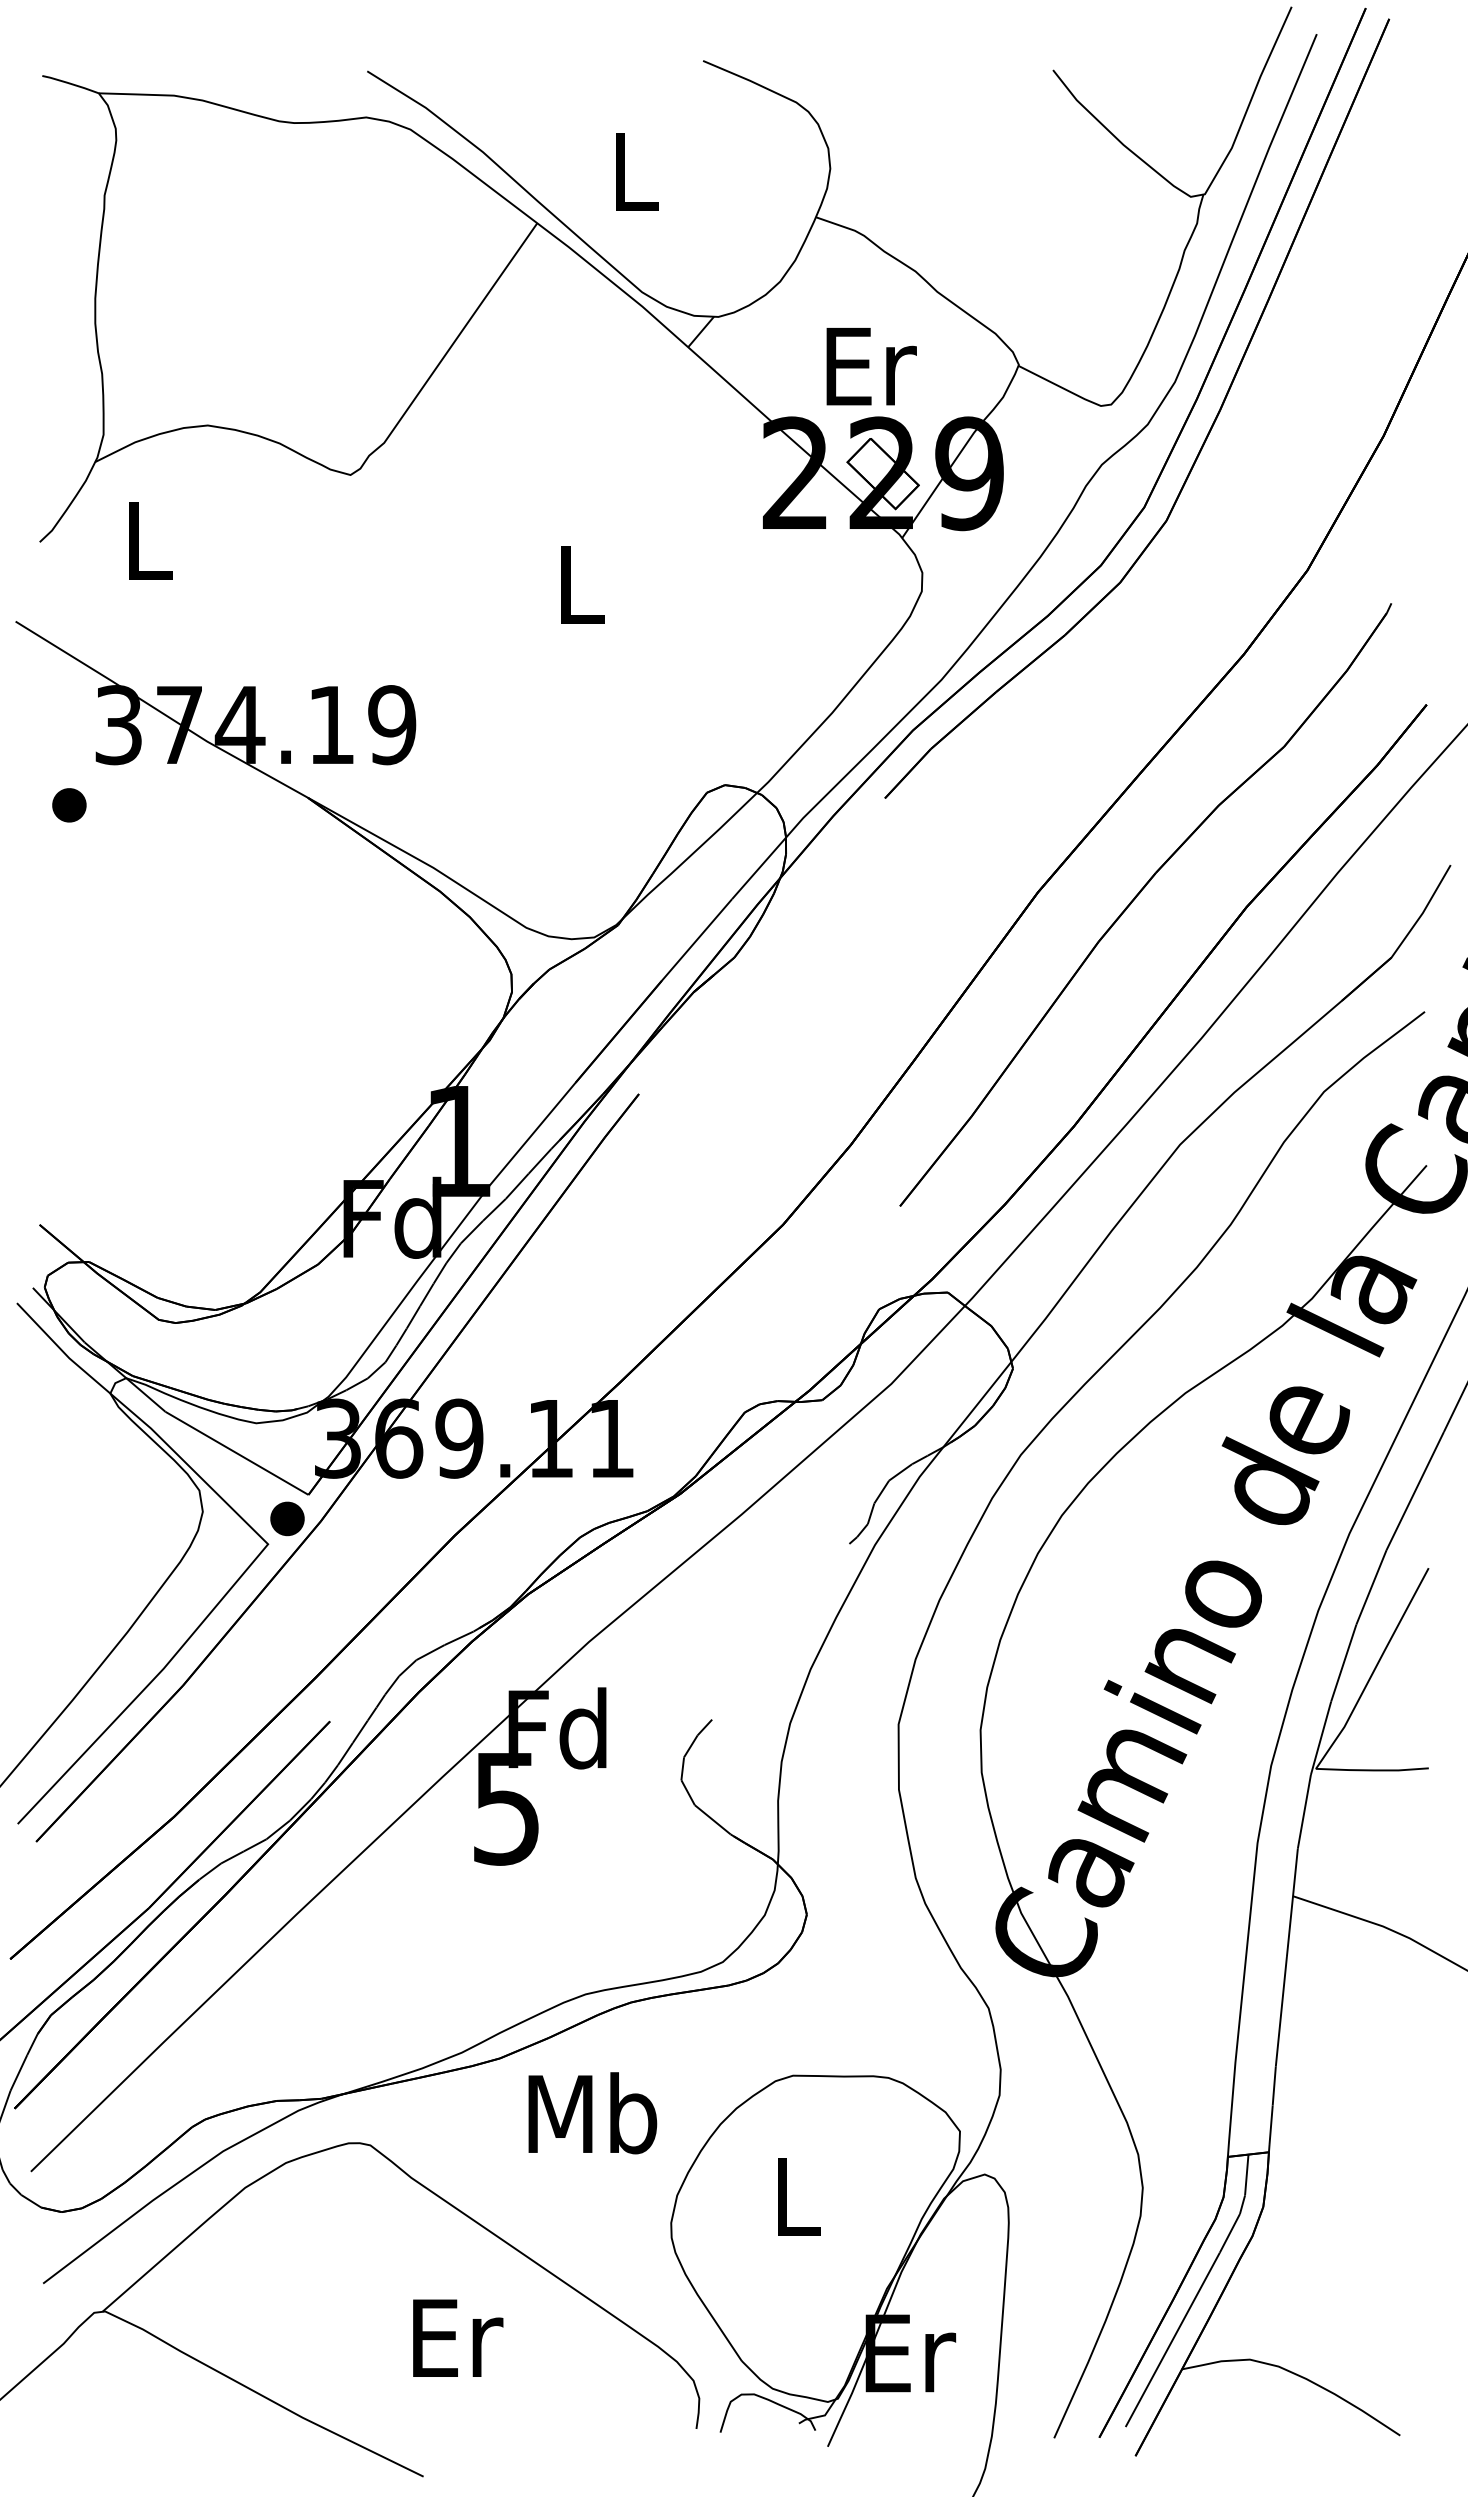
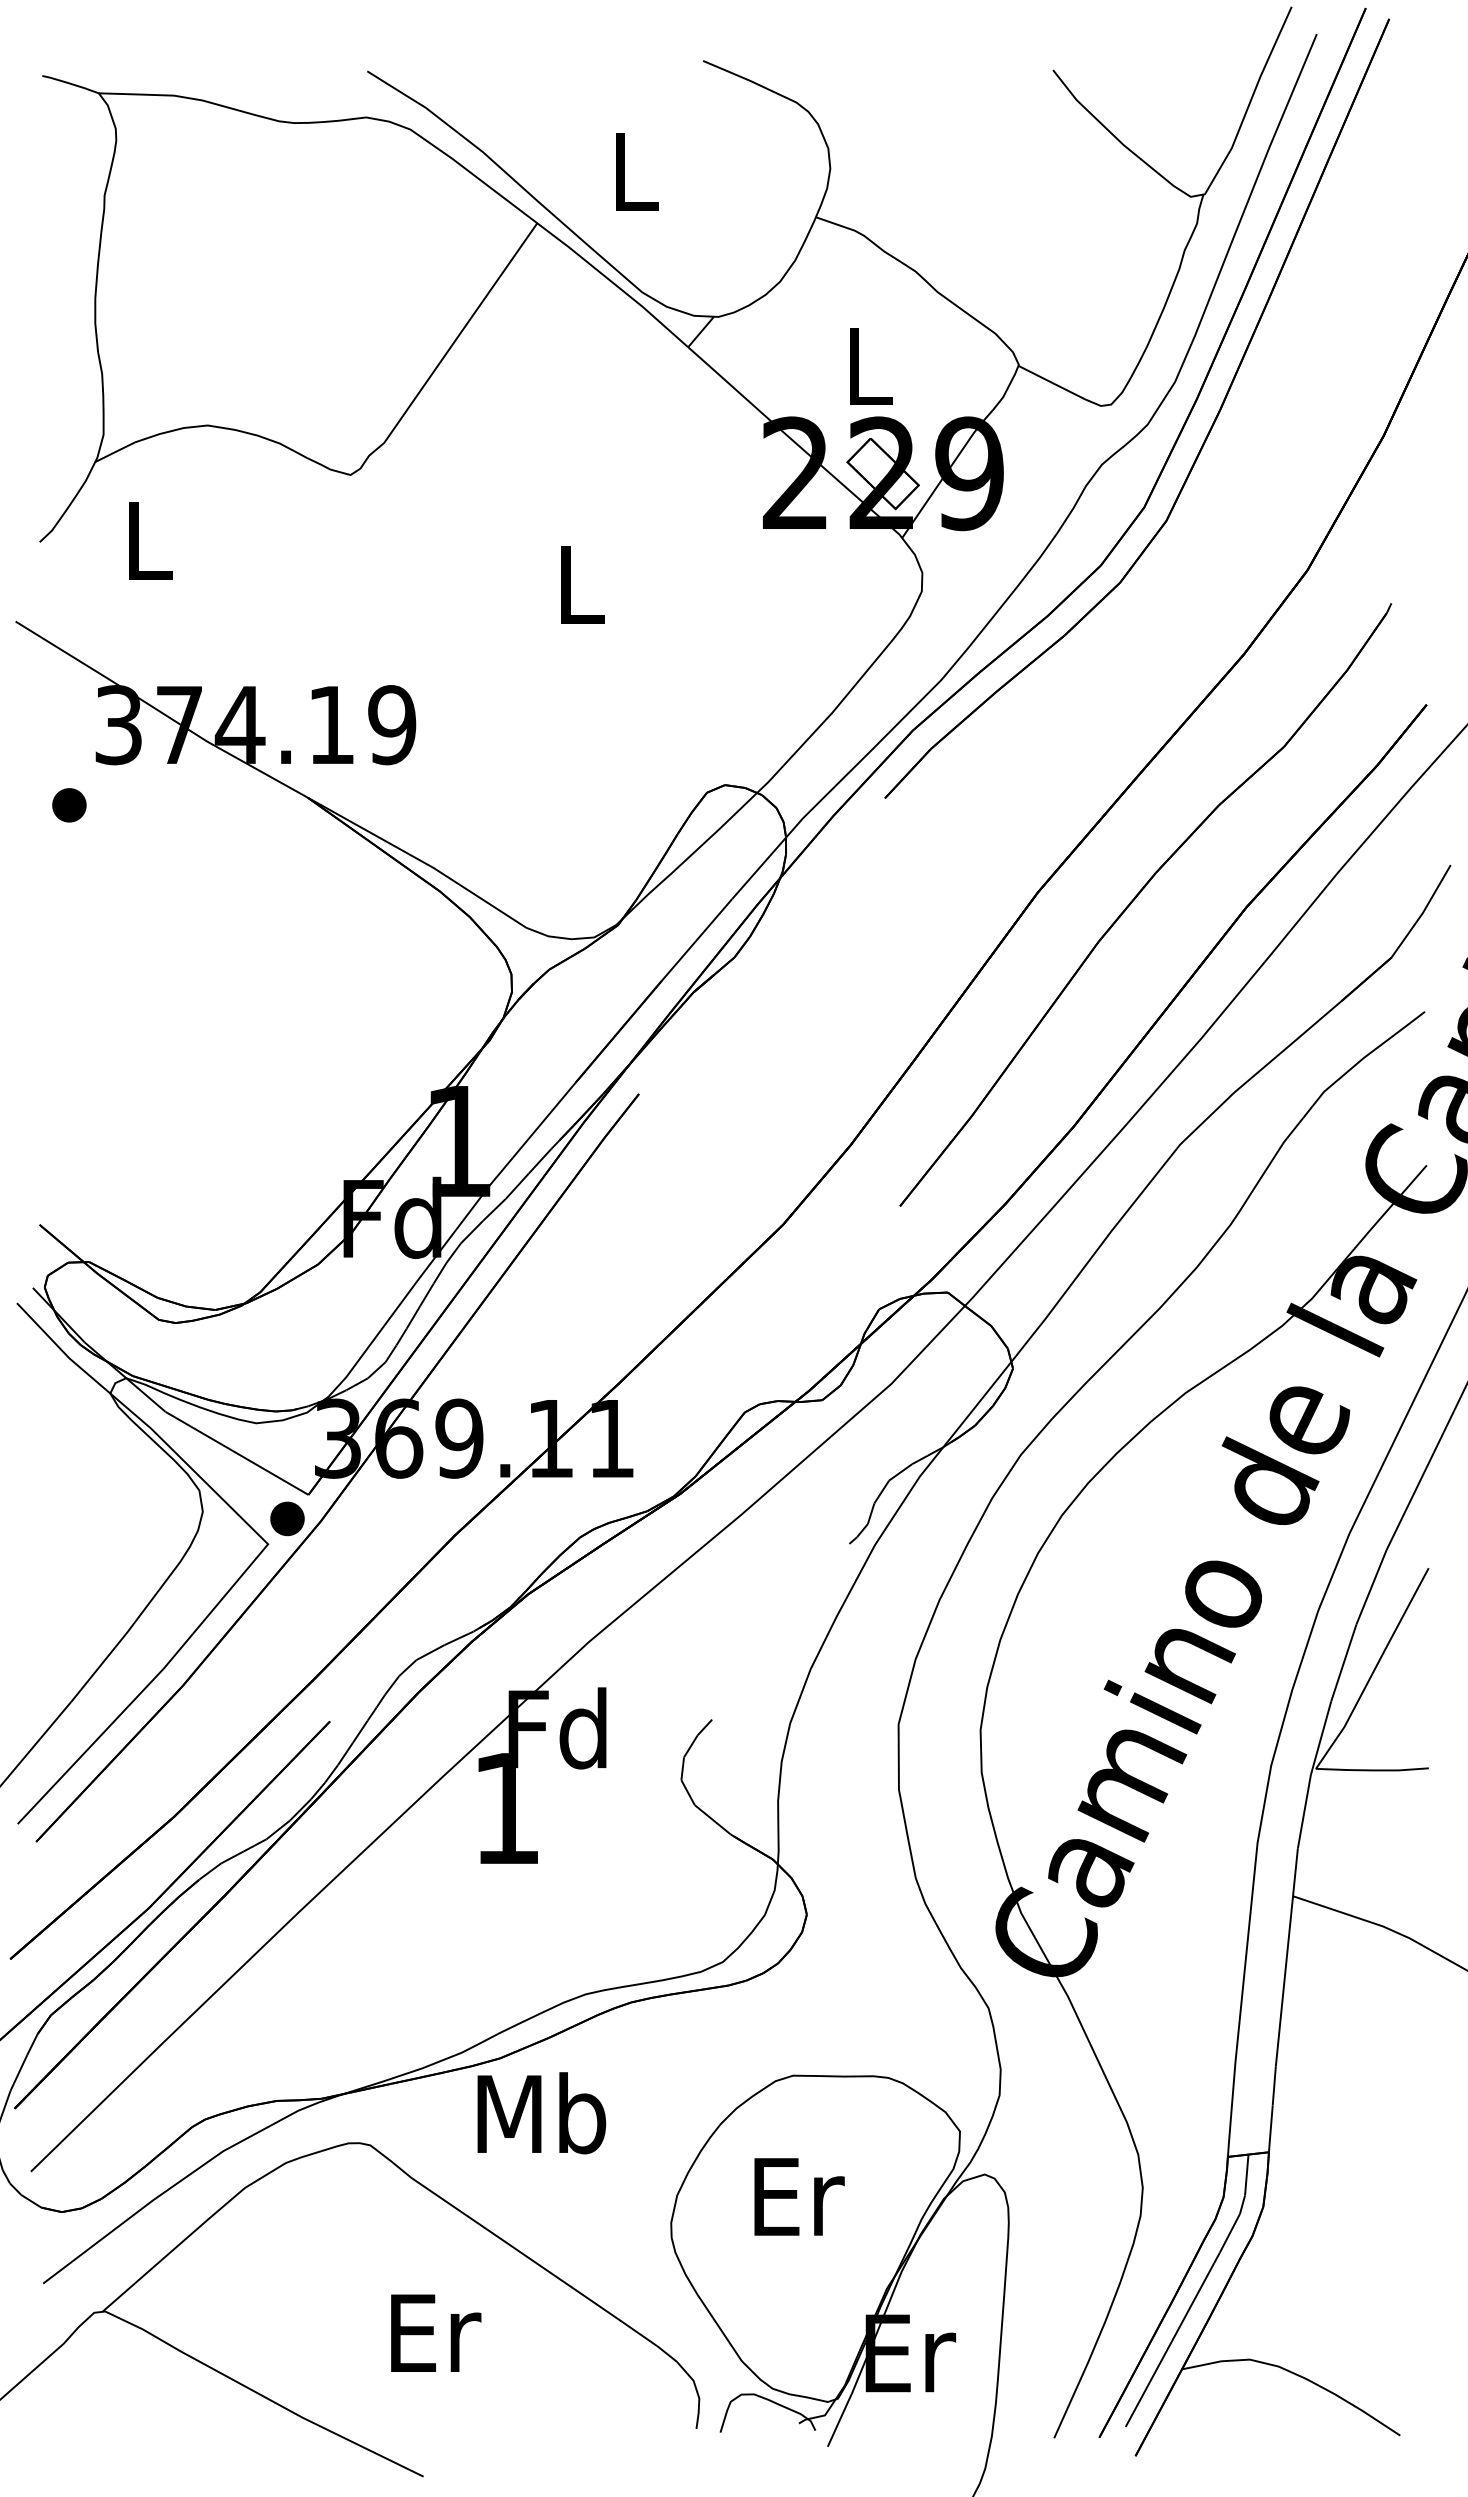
text at (871, 366): Er -> L
text at (506, 1809): 5 -> 1
text at (592, 2113) position: (592, 2113) -> (541, 2113)
text at (799, 2196): L -> Er
text at (458, 2337) position: (458, 2337) -> (436, 2332)
